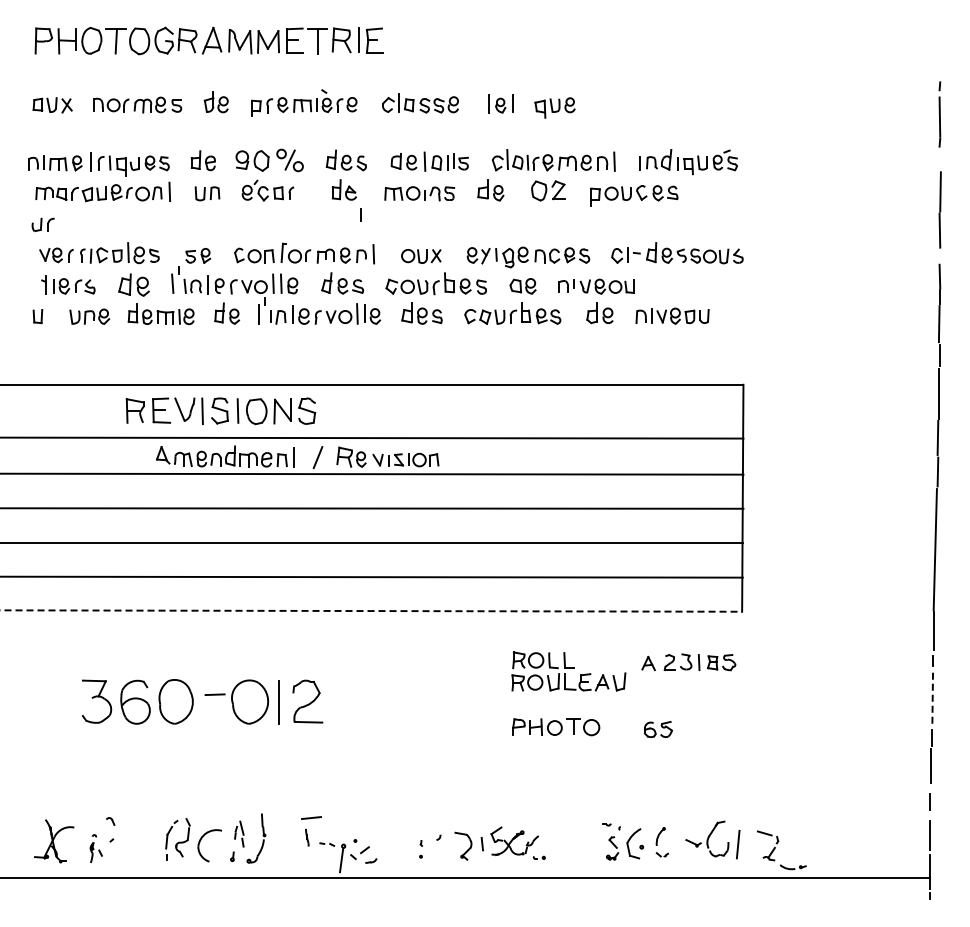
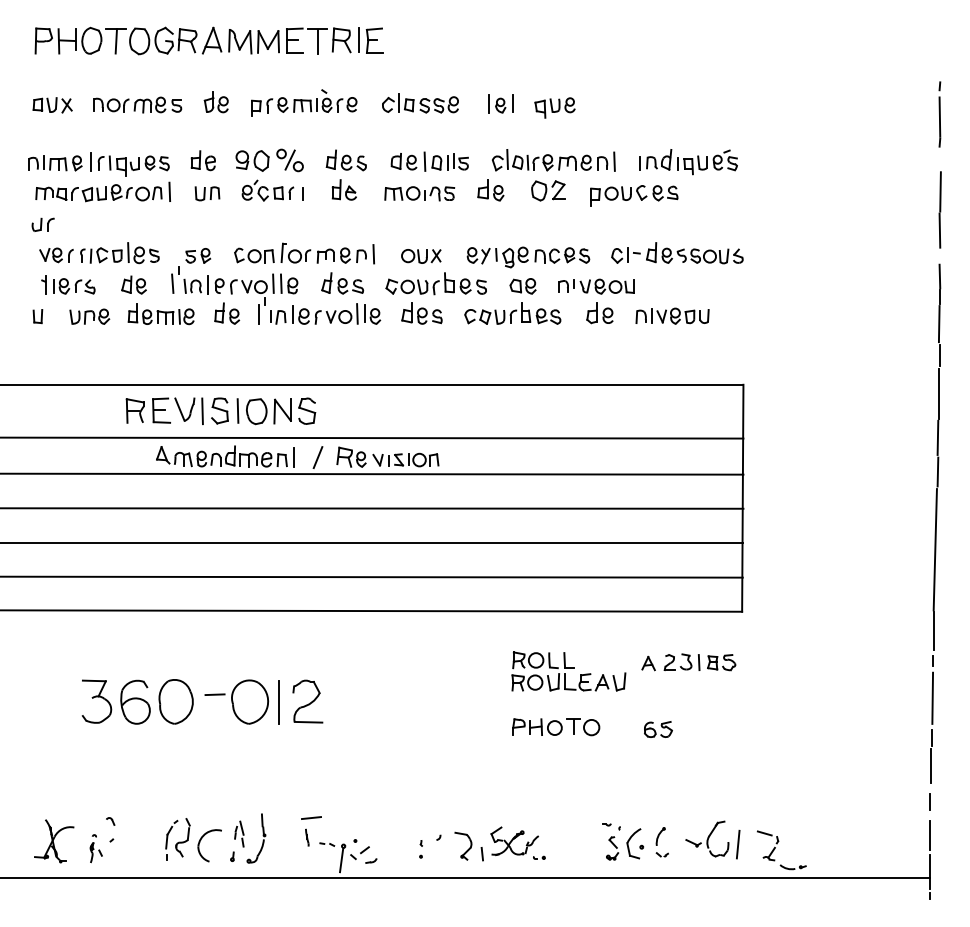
line at (360, 214) position: (360, 214) -> (302, 193)
part at (133, 284) size: 32x24 px -> 26x20 px
line at (371, 611): dashed -> solid
line at (932, 698): dashed -> solid
line at (481, 844) position: (481, 844) -> (481, 854)
